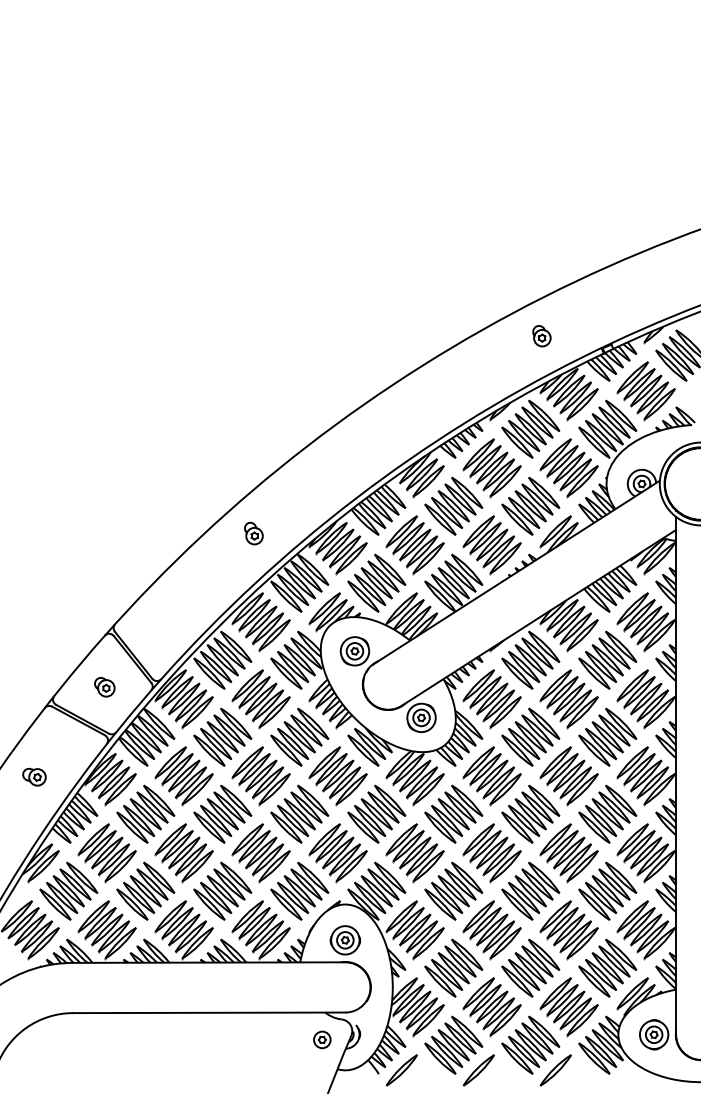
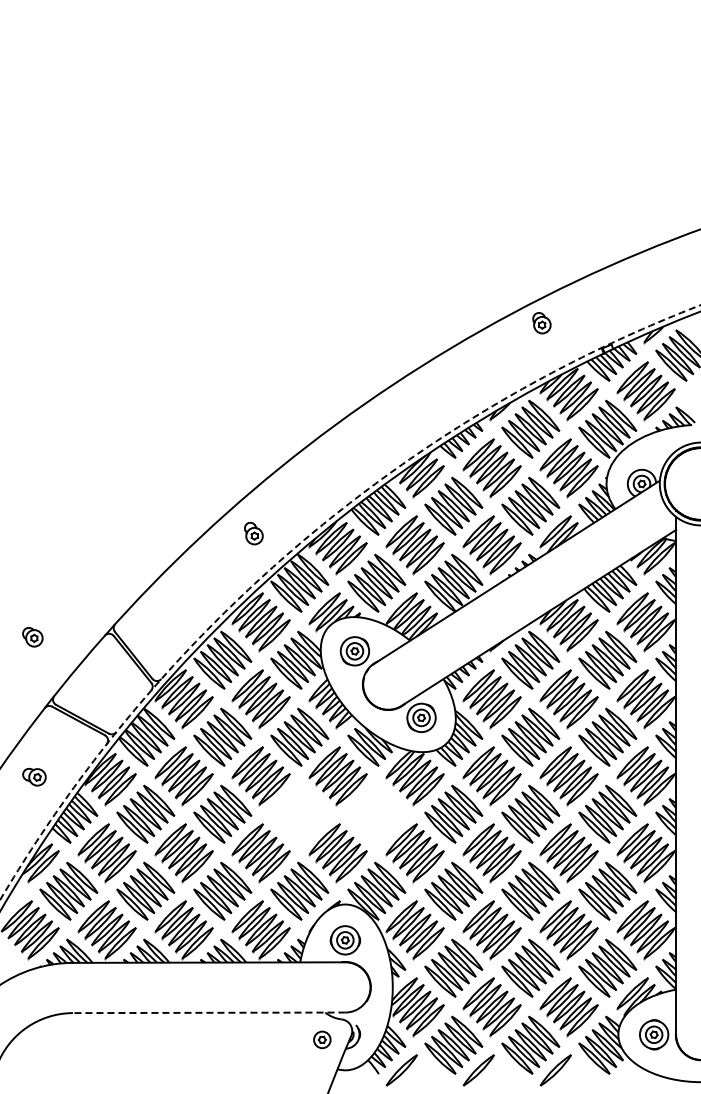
part at (541, 336) position: (541, 336) -> (541, 323)
arc at (298, 545): solid -> dashed
part at (104, 687) position: (104, 687) -> (32, 637)
part at (299, 813): present -> none
part at (376, 813): present -> none
line at (208, 1012): solid -> dashed
